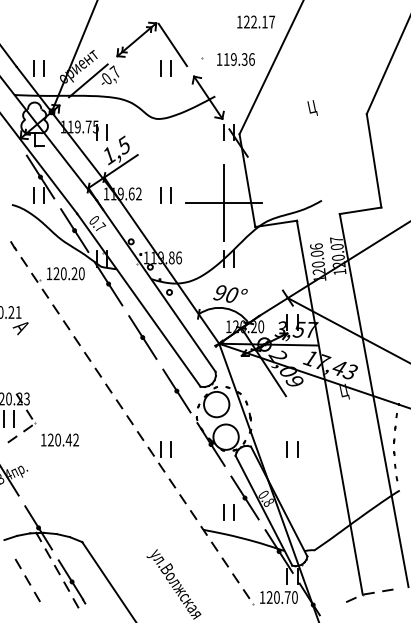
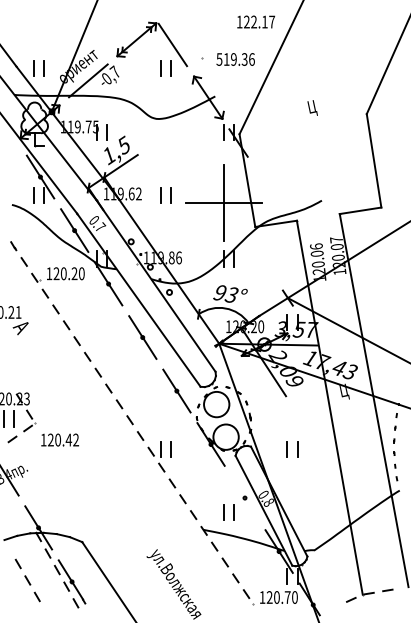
text at (219, 59): 119.36 -> 519.36
text at (231, 294): 90° -> 93°
line at (244, 497): present -> none
